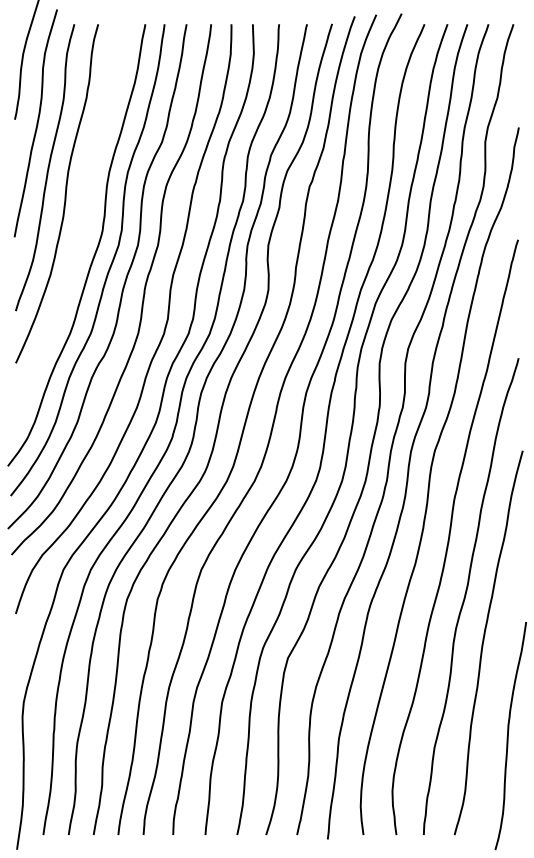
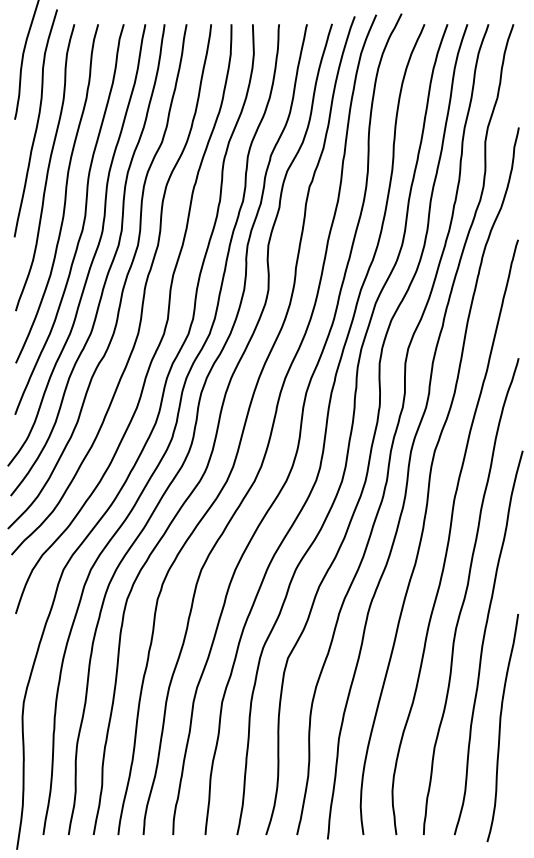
curve at (82, 224): none -> present
curve at (508, 736) position: (508, 736) -> (500, 728)
